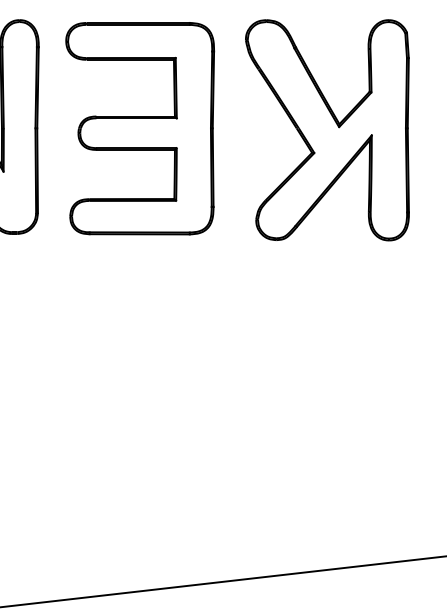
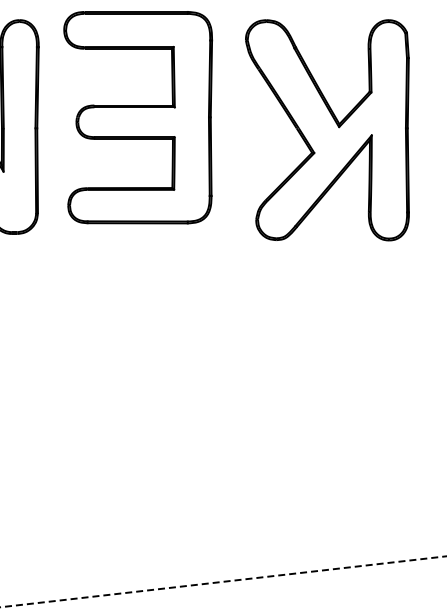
part at (140, 128) position: (140, 128) -> (138, 117)
line at (223, 581): solid -> dashed
